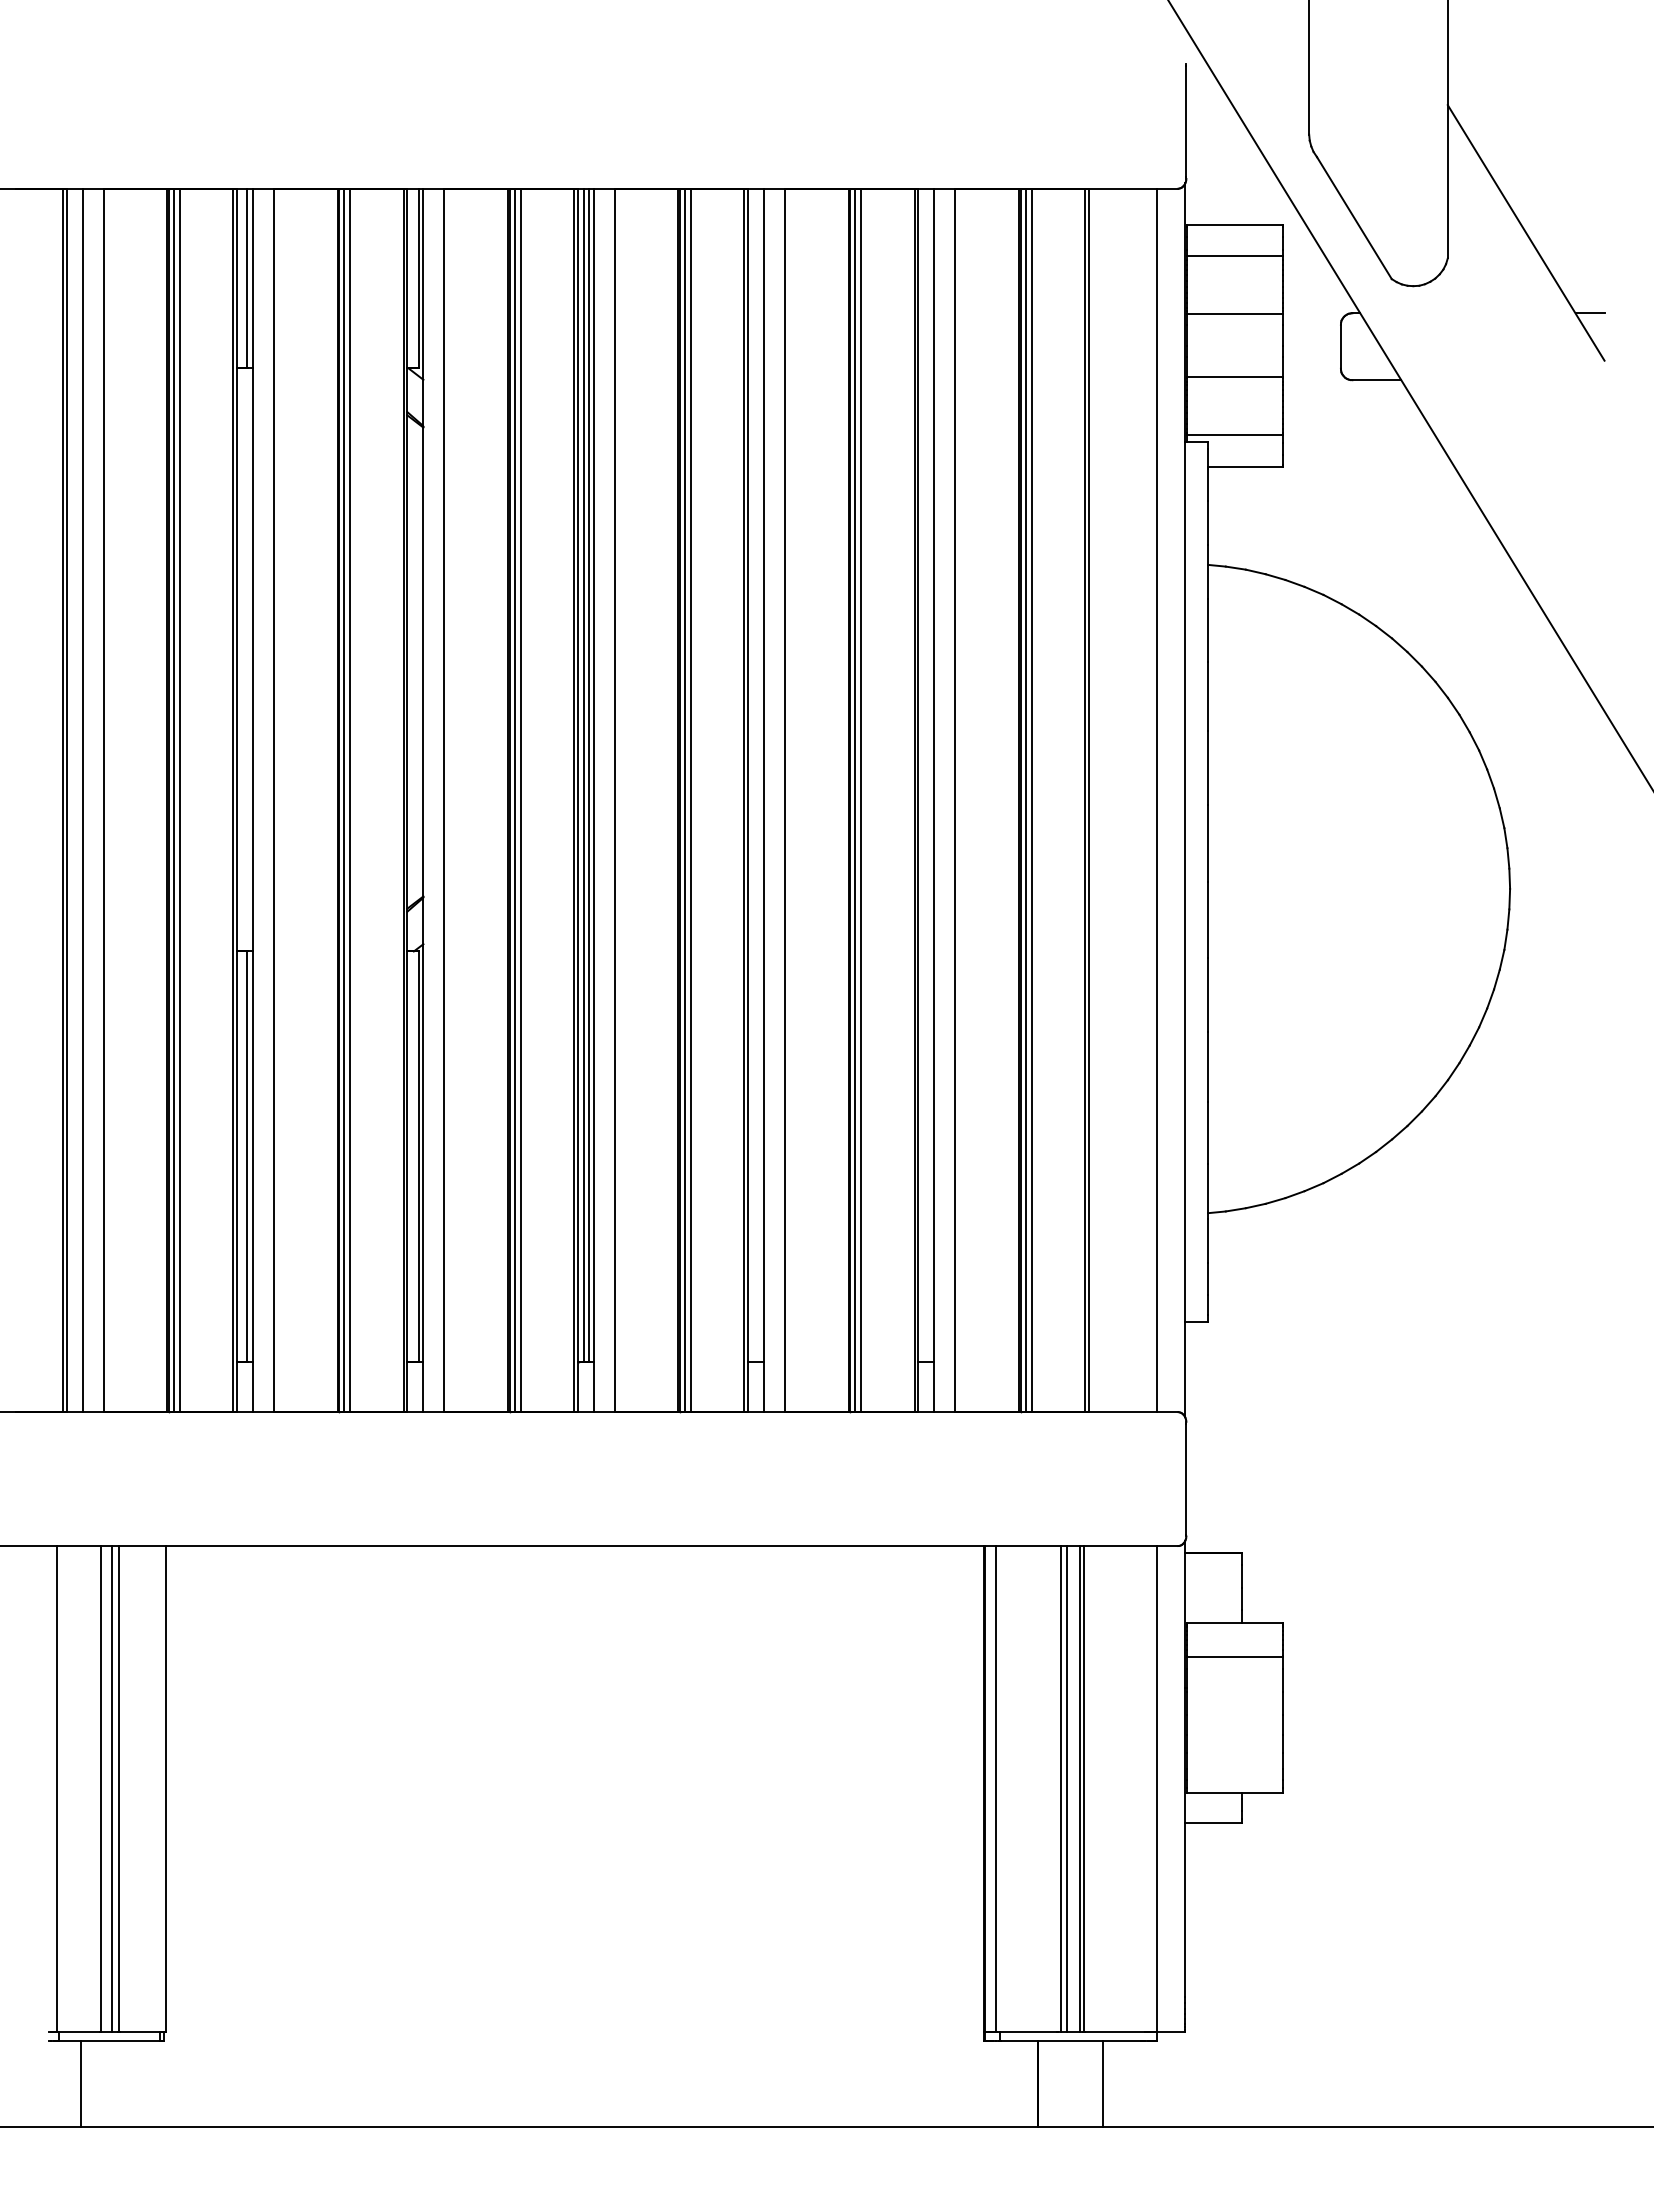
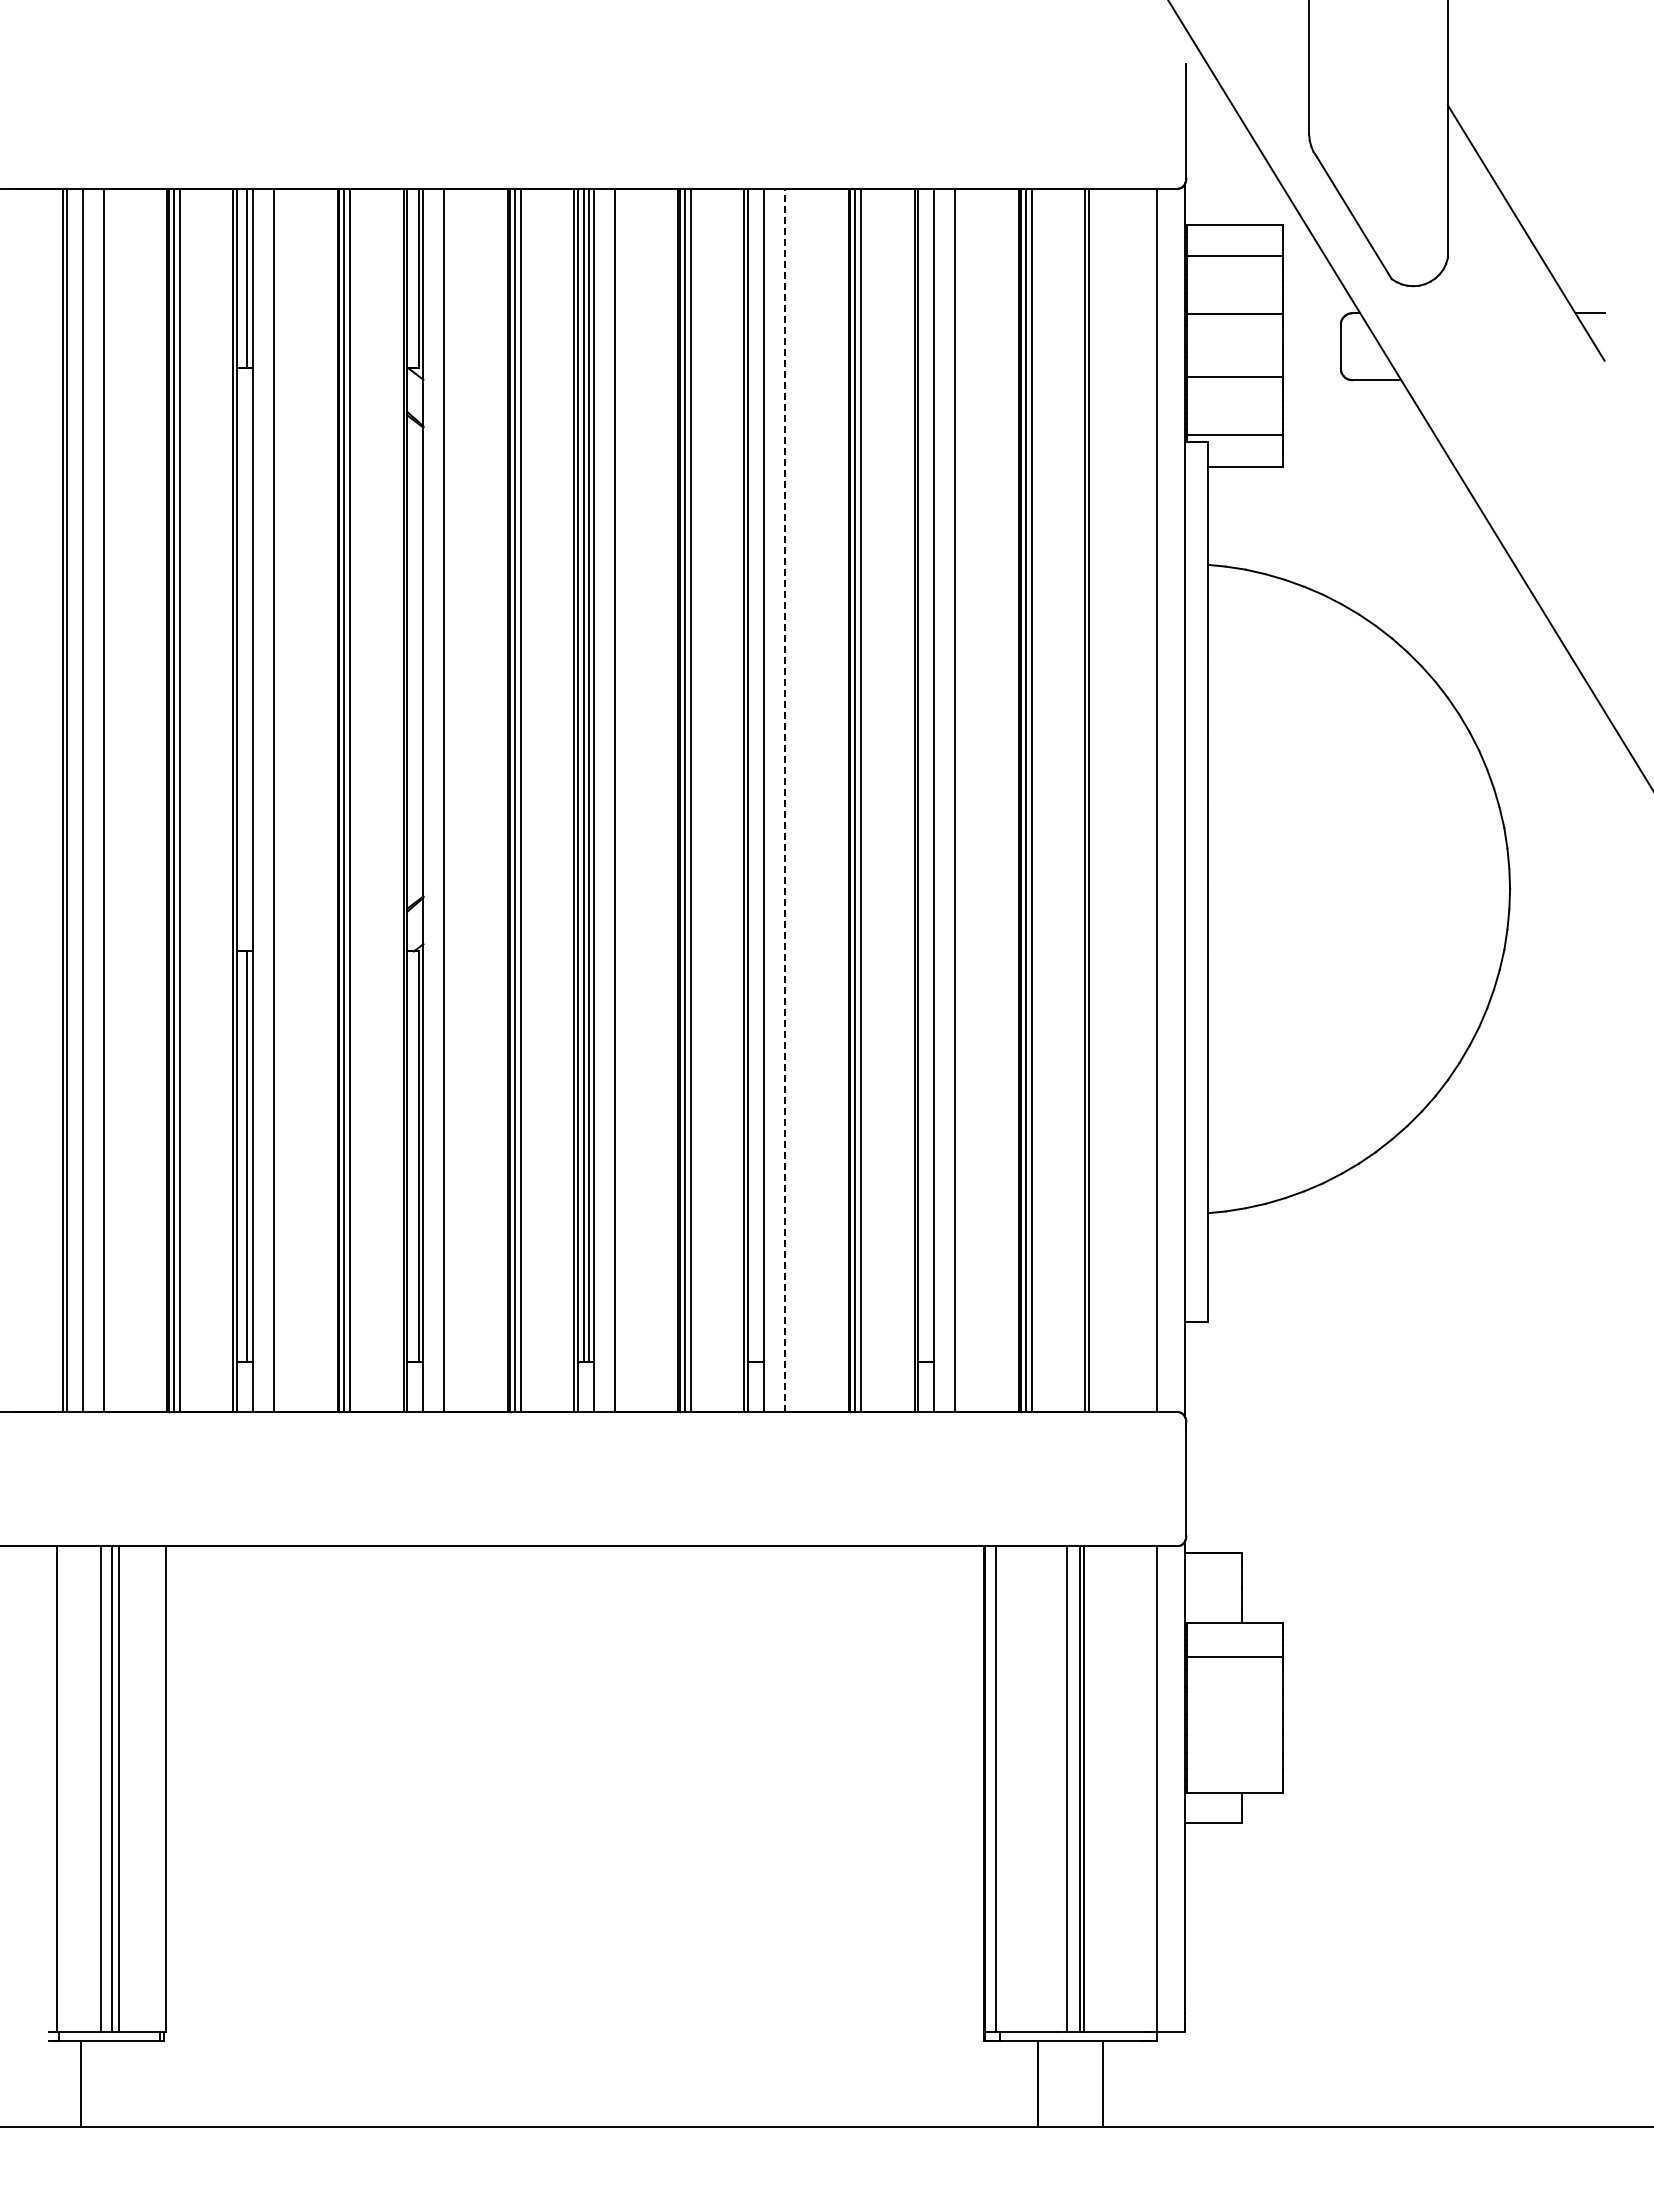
line at (784, 800): solid -> dashed
line at (1061, 1788): present -> none
